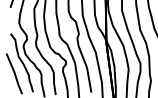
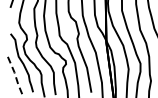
line at (14, 73): solid -> dashed
